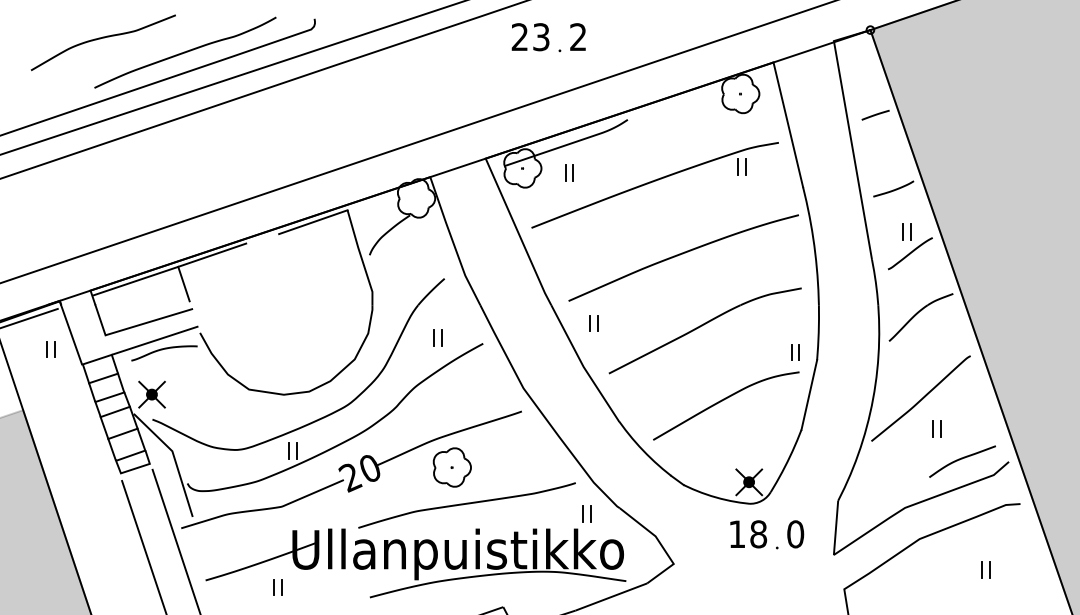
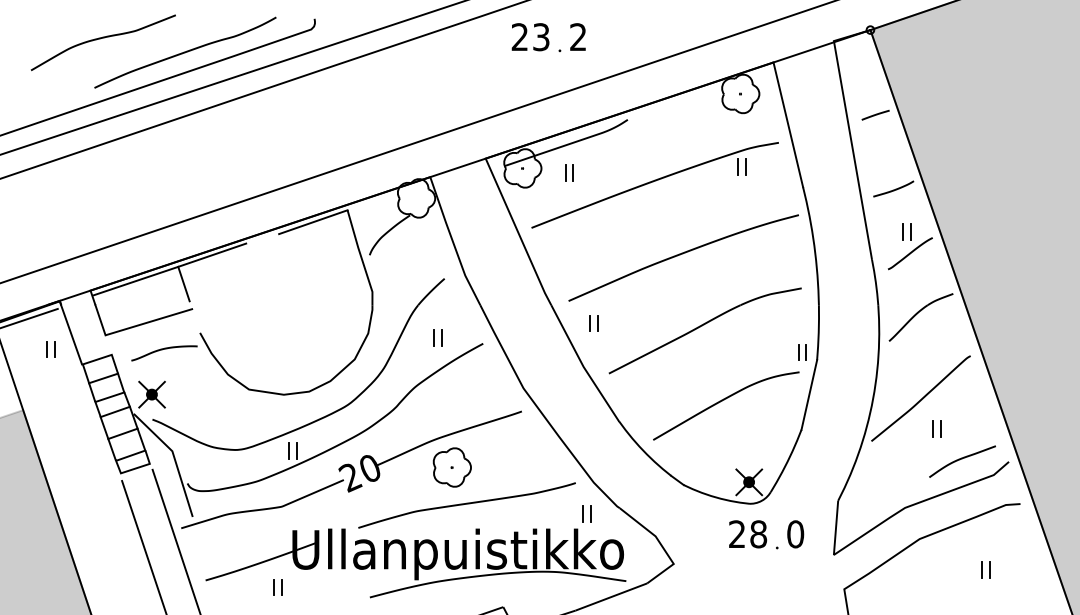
line at (154, 340): present -> none
part at (795, 352) position: (795, 352) -> (802, 352)
text at (736, 533): 18 -> 28
